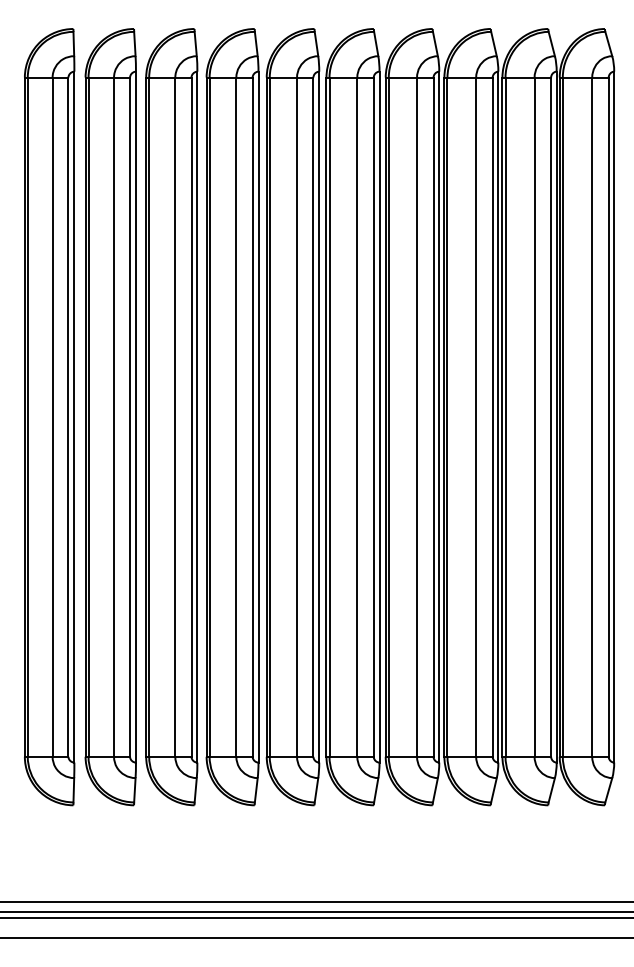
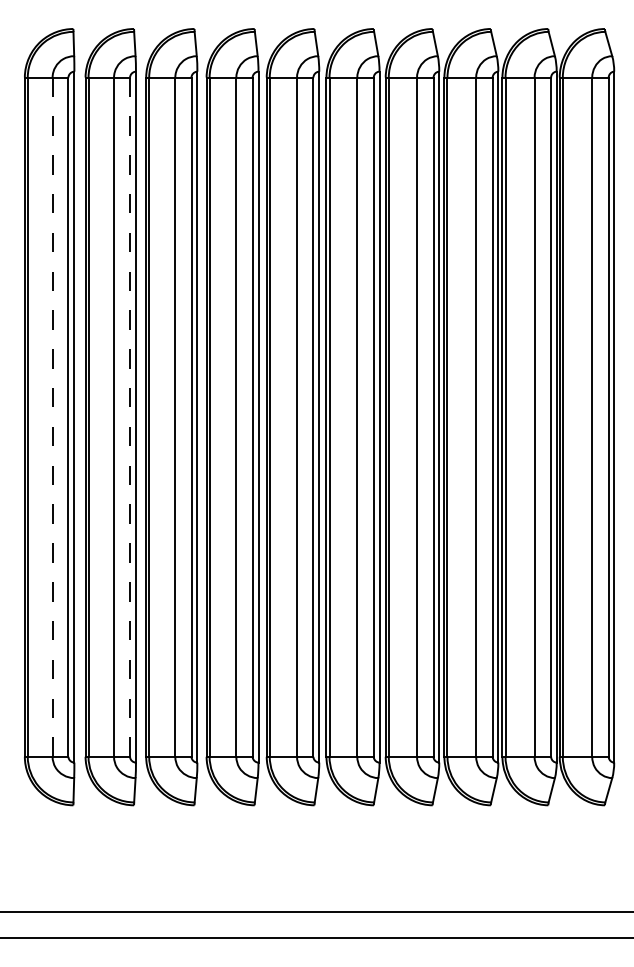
line at (52, 417): solid -> dashed
line at (130, 417): solid -> dashed
line at (316, 902): present -> none
line at (316, 917): present -> none
